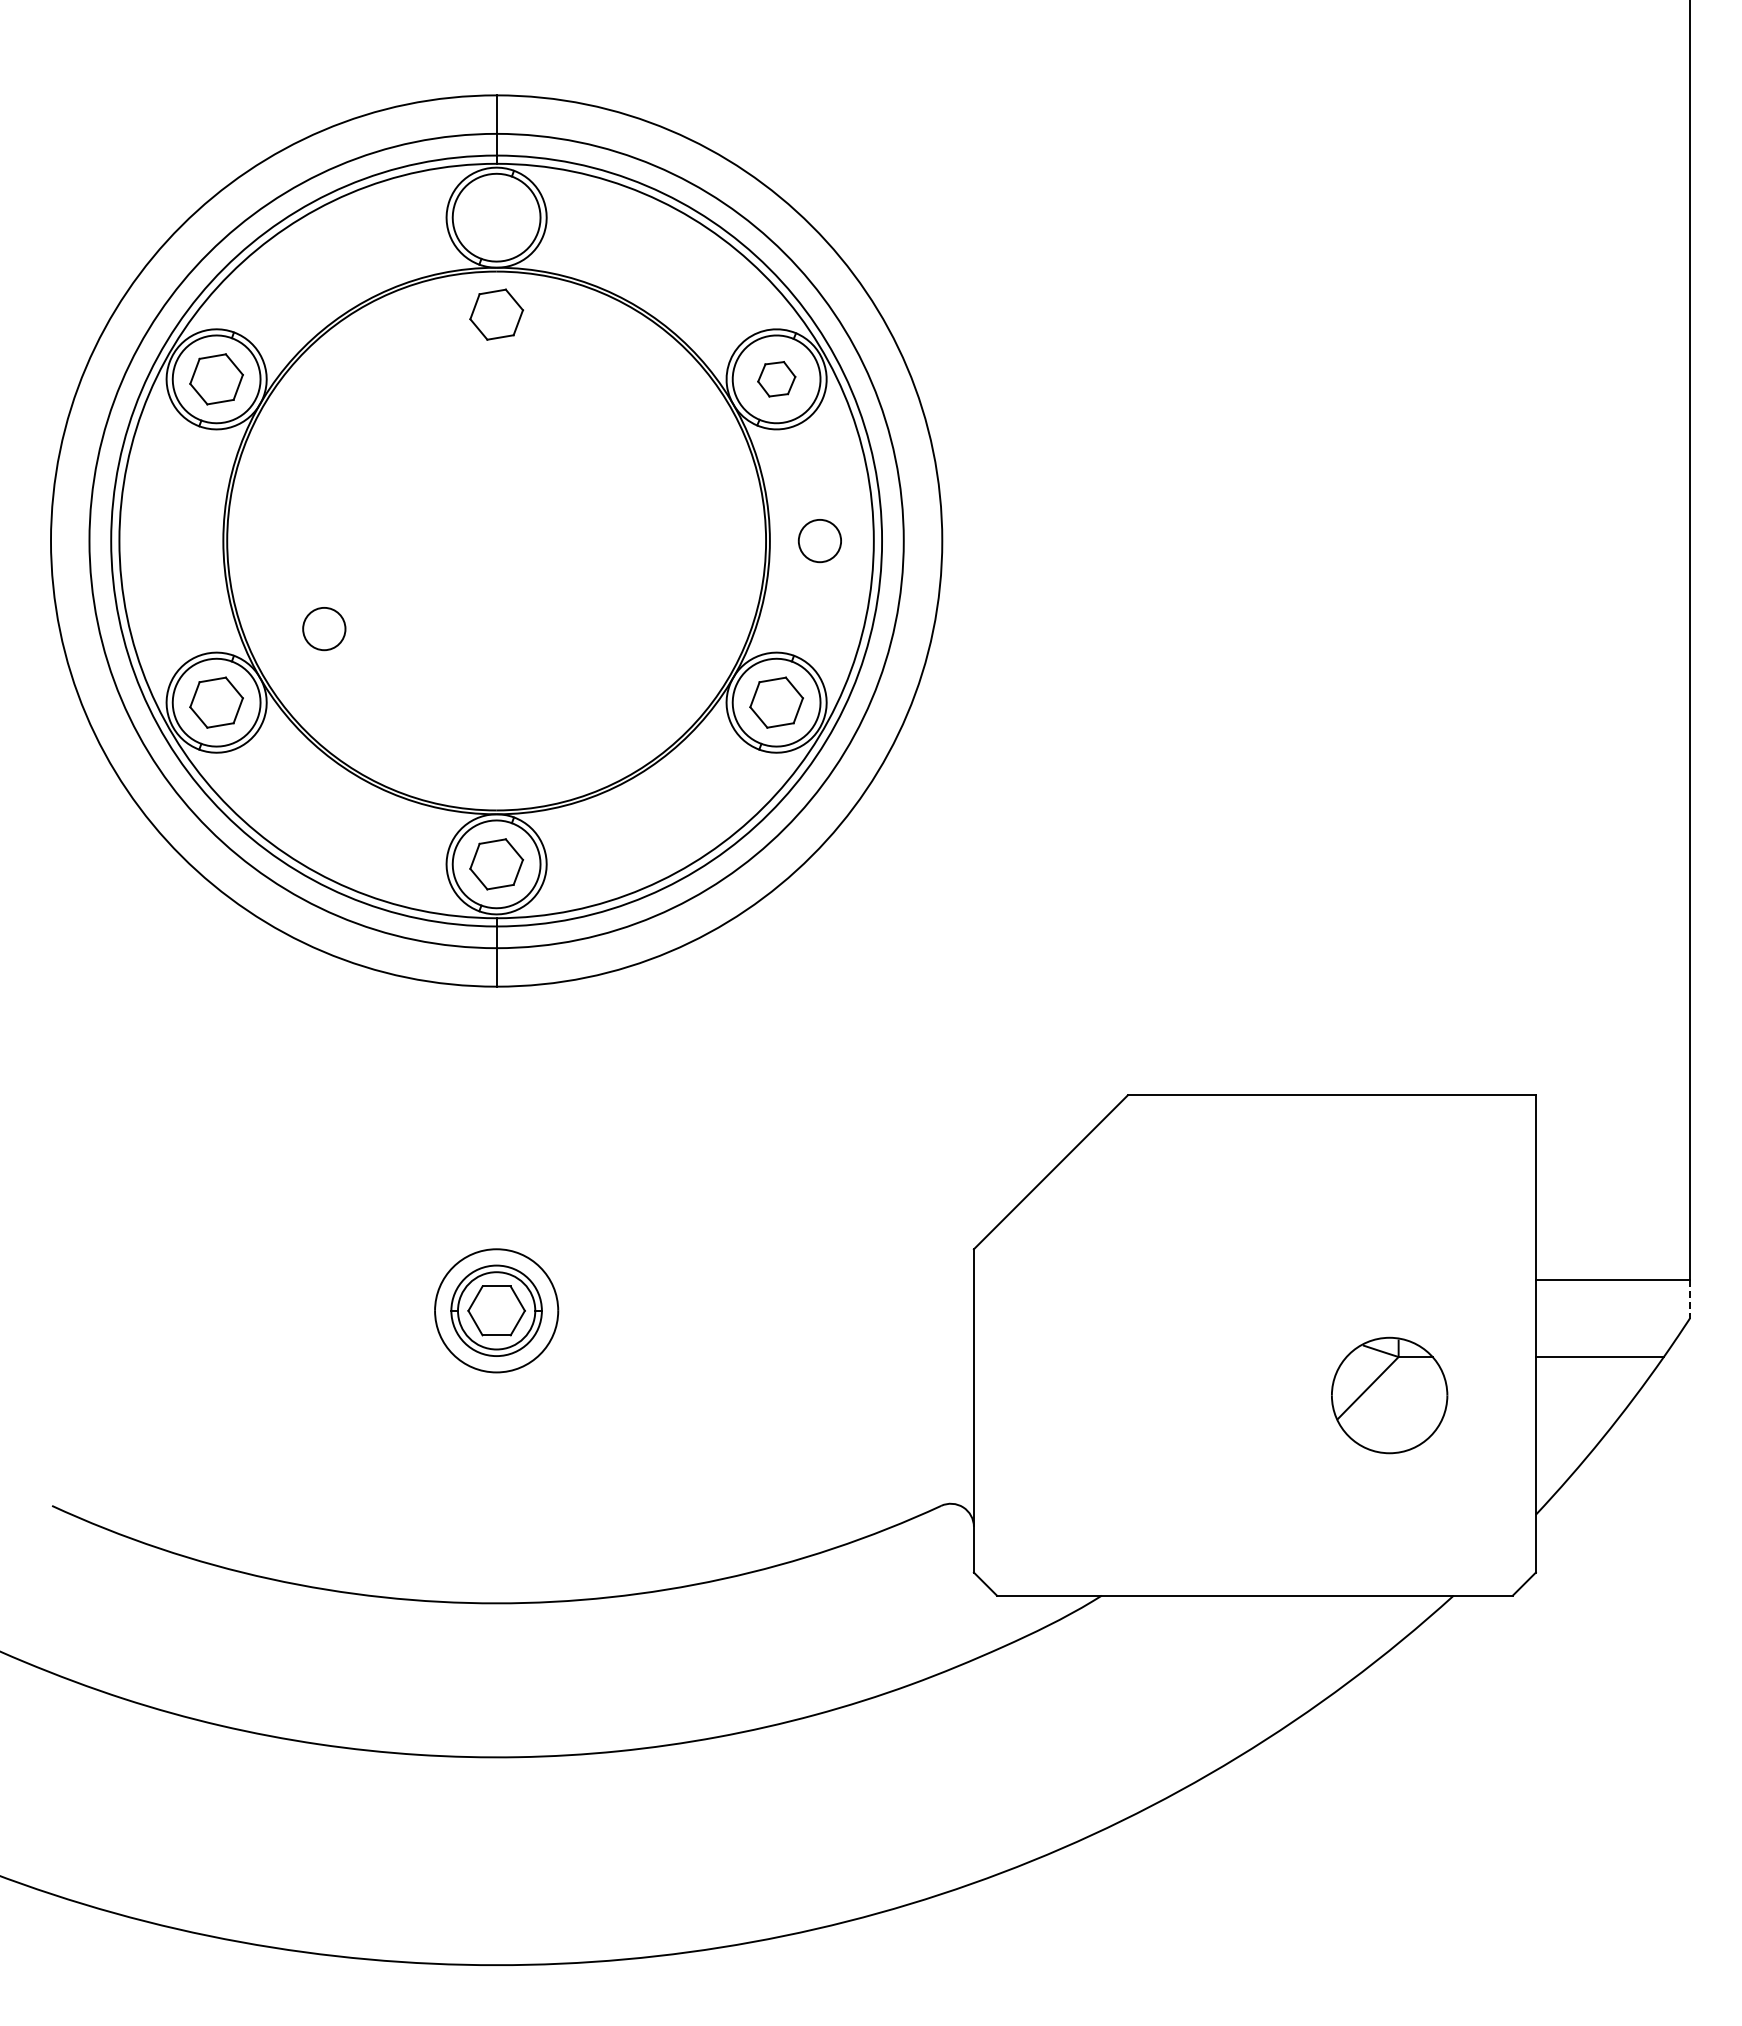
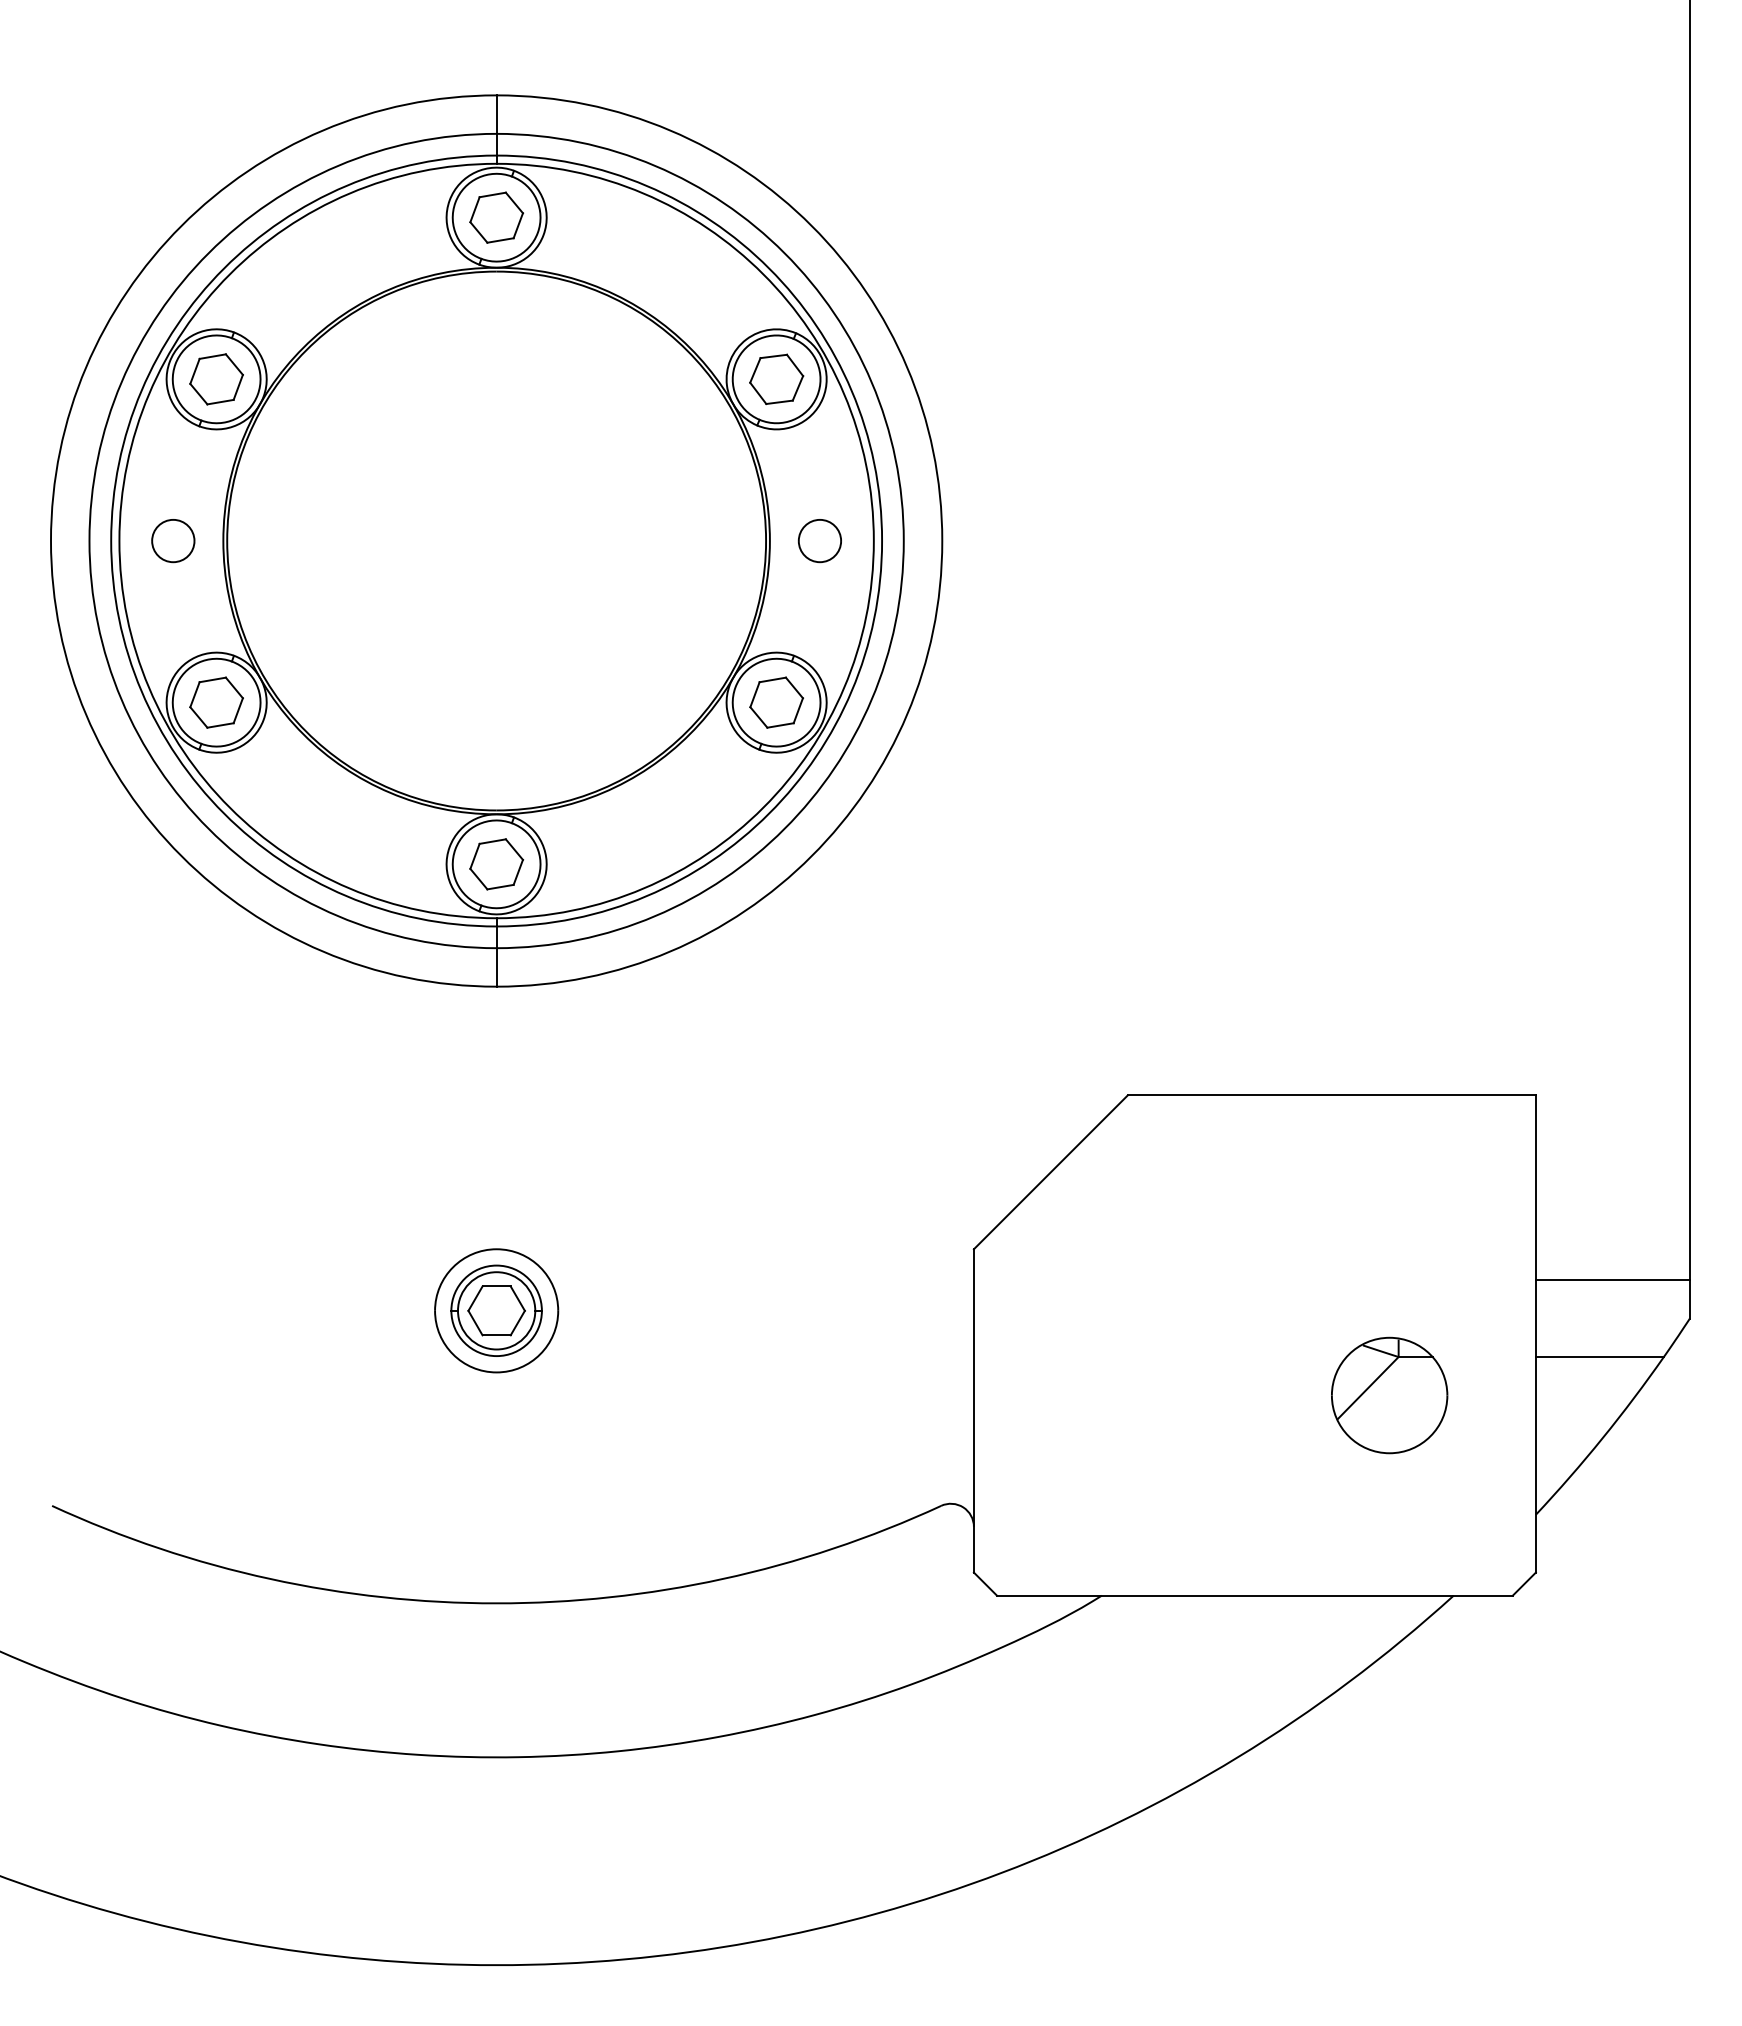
part at (496, 314) position: (496, 314) -> (496, 217)
part at (776, 379) size: 40x37 px -> 56x52 px
part at (324, 629) position: (324, 629) -> (173, 541)
line at (1689, 1299): dashed -> solid
